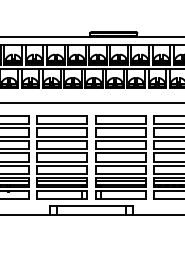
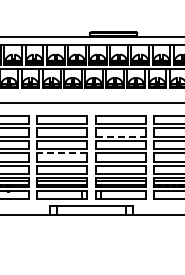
line at (120, 136): solid -> dashed
line at (62, 153): solid -> dashed
